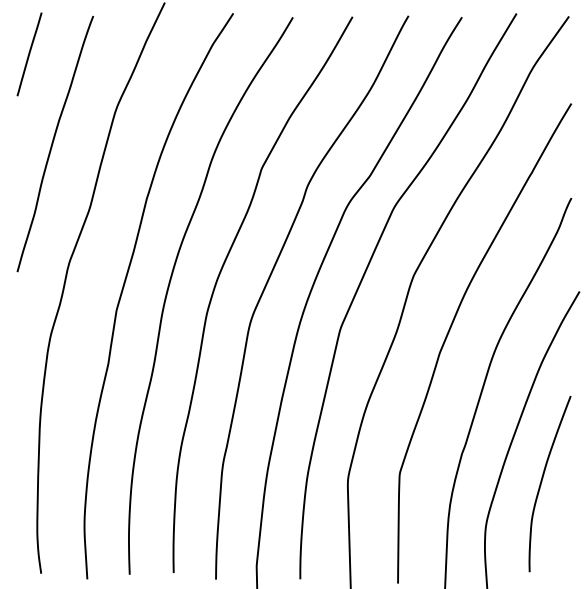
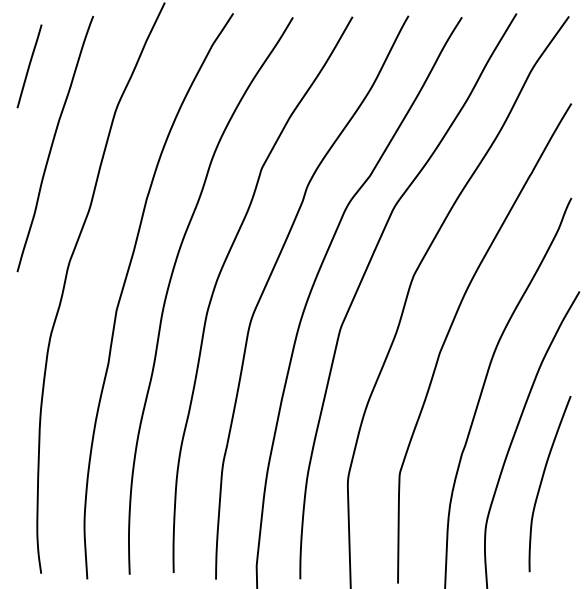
line at (29, 54) position: (29, 54) -> (29, 66)
